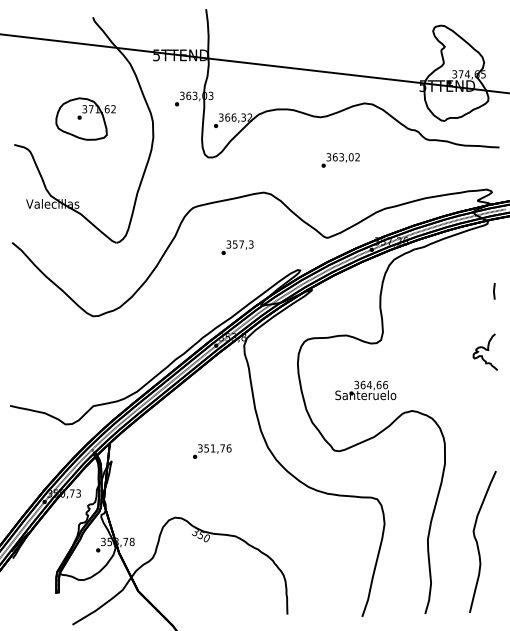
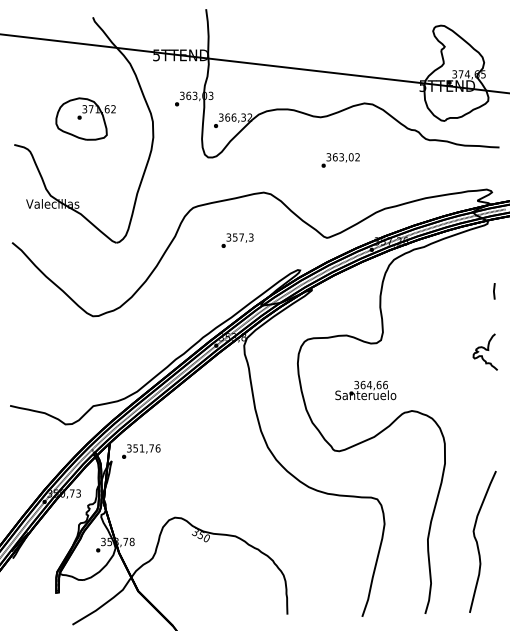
text at (237, 247) position: (237, 247) -> (237, 240)
text at (212, 451) position: (212, 451) -> (141, 451)
